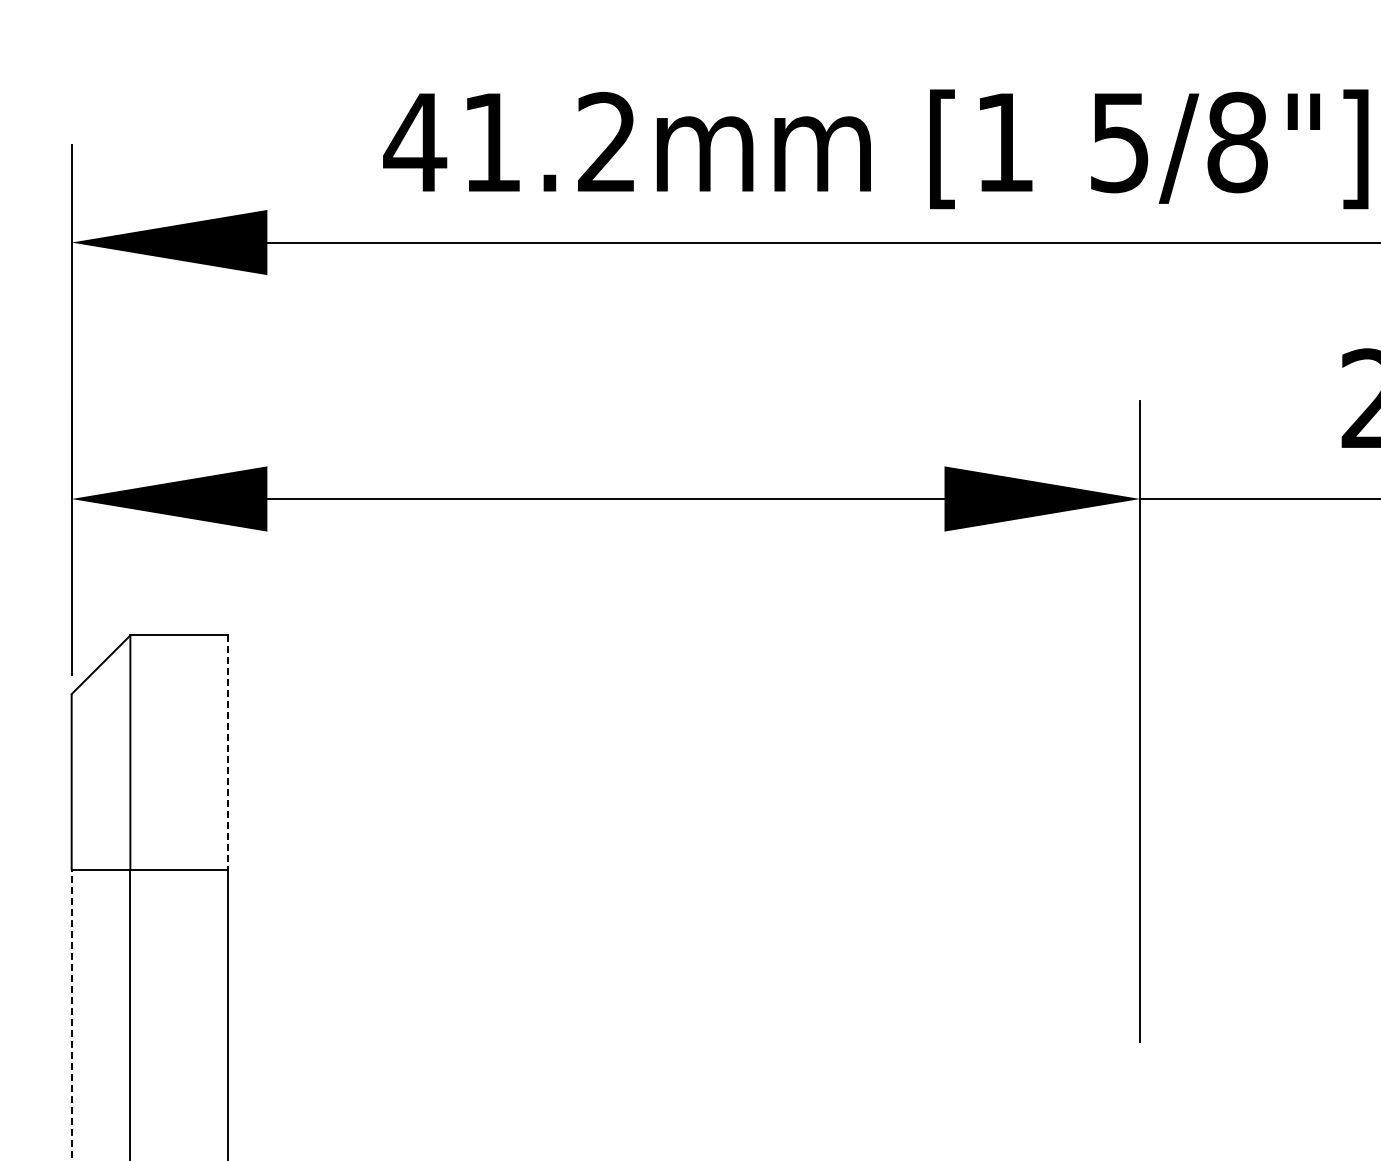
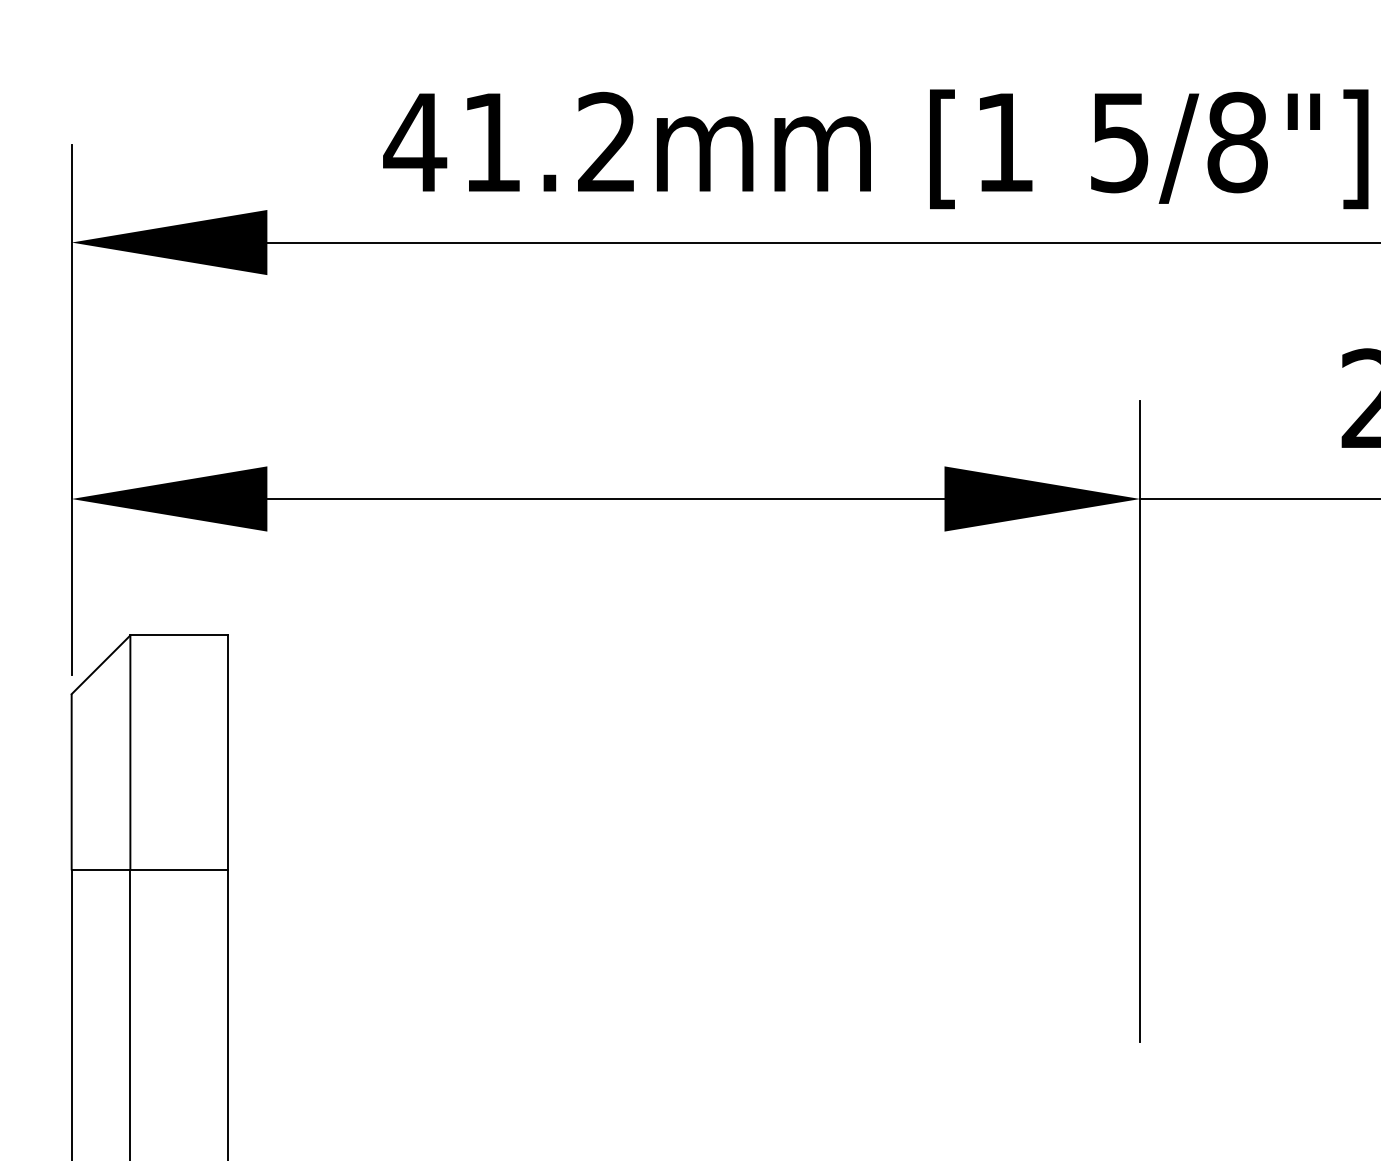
line at (228, 753): dashed -> solid
line at (71, 1014): dashed -> solid
